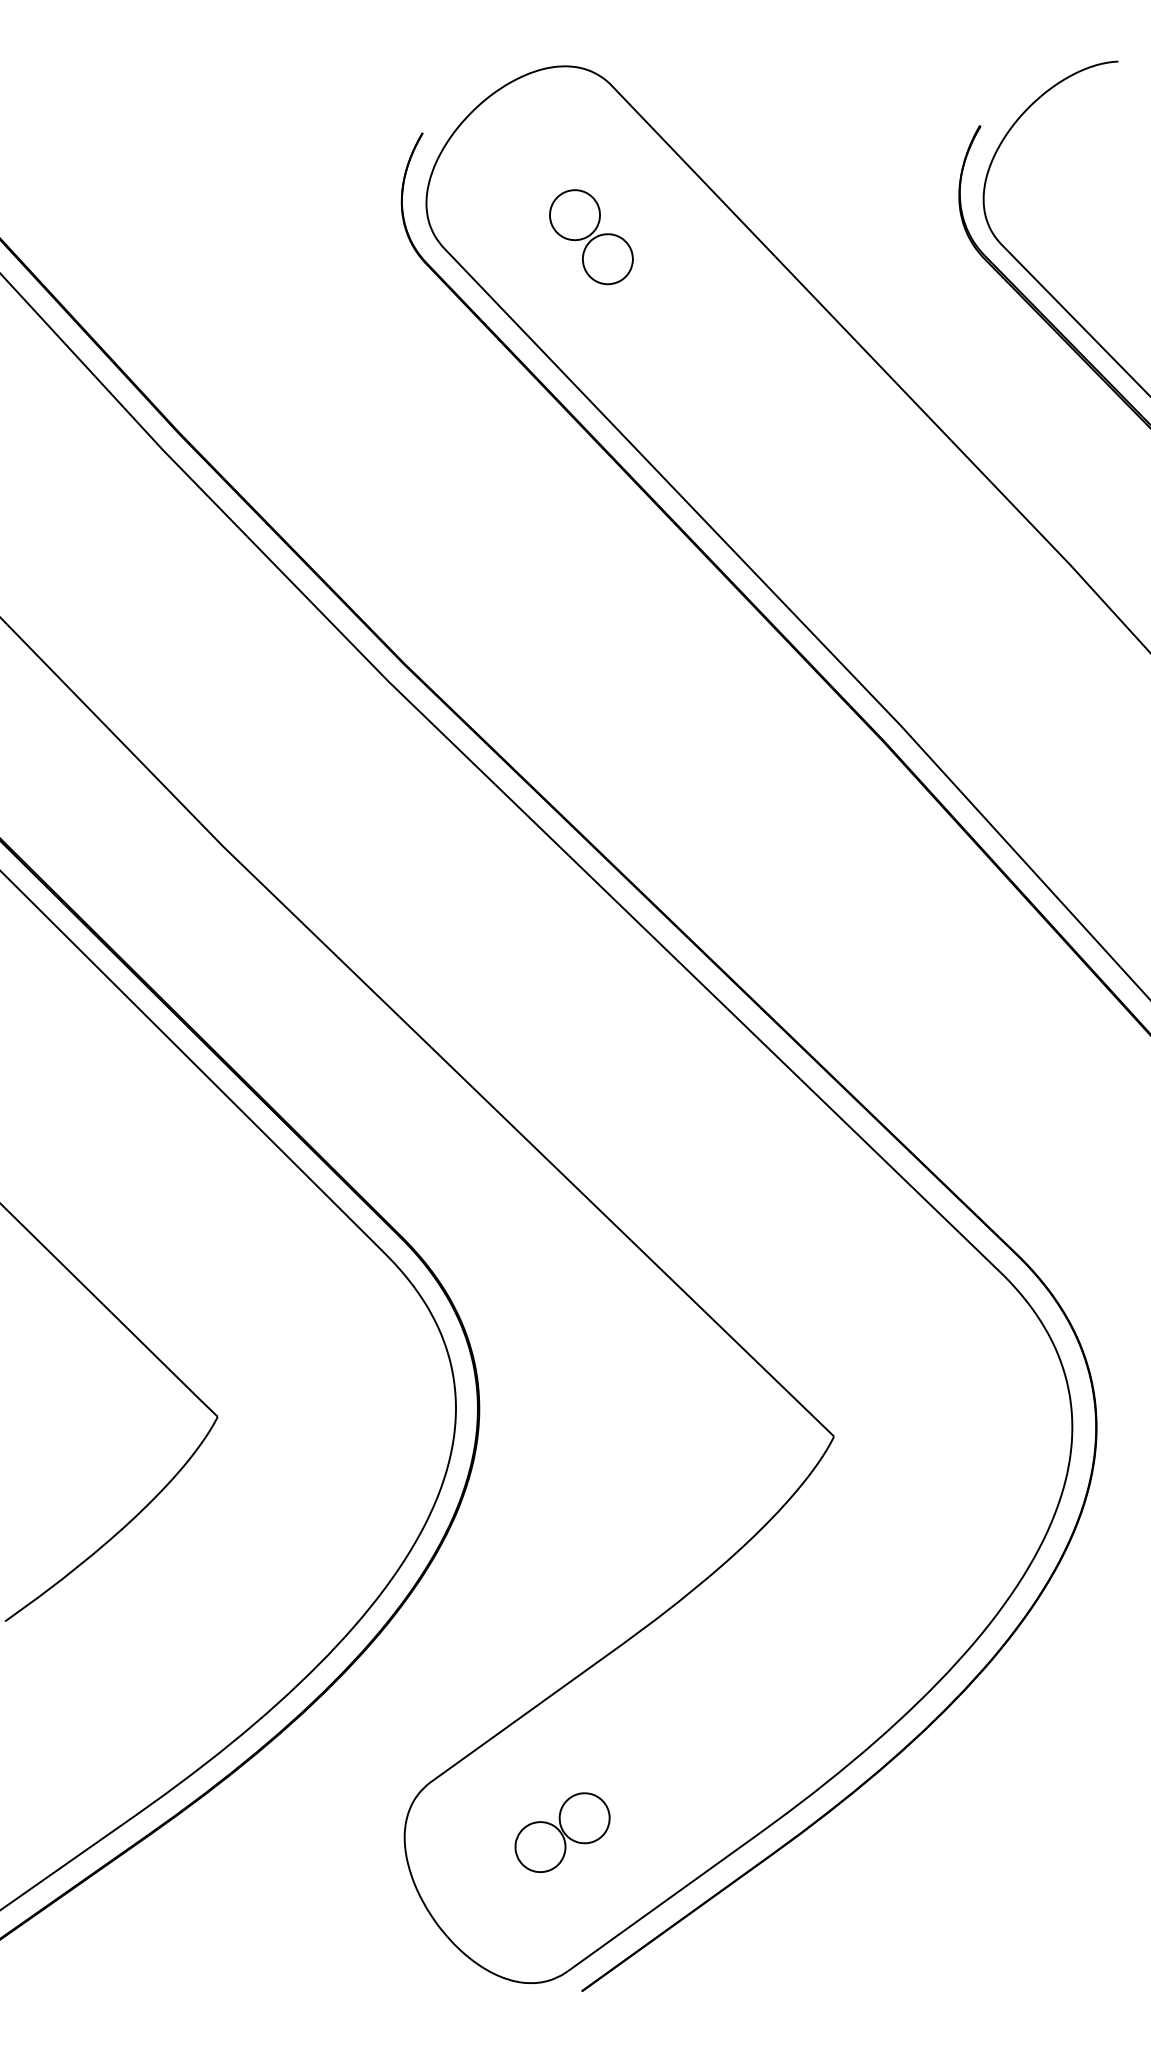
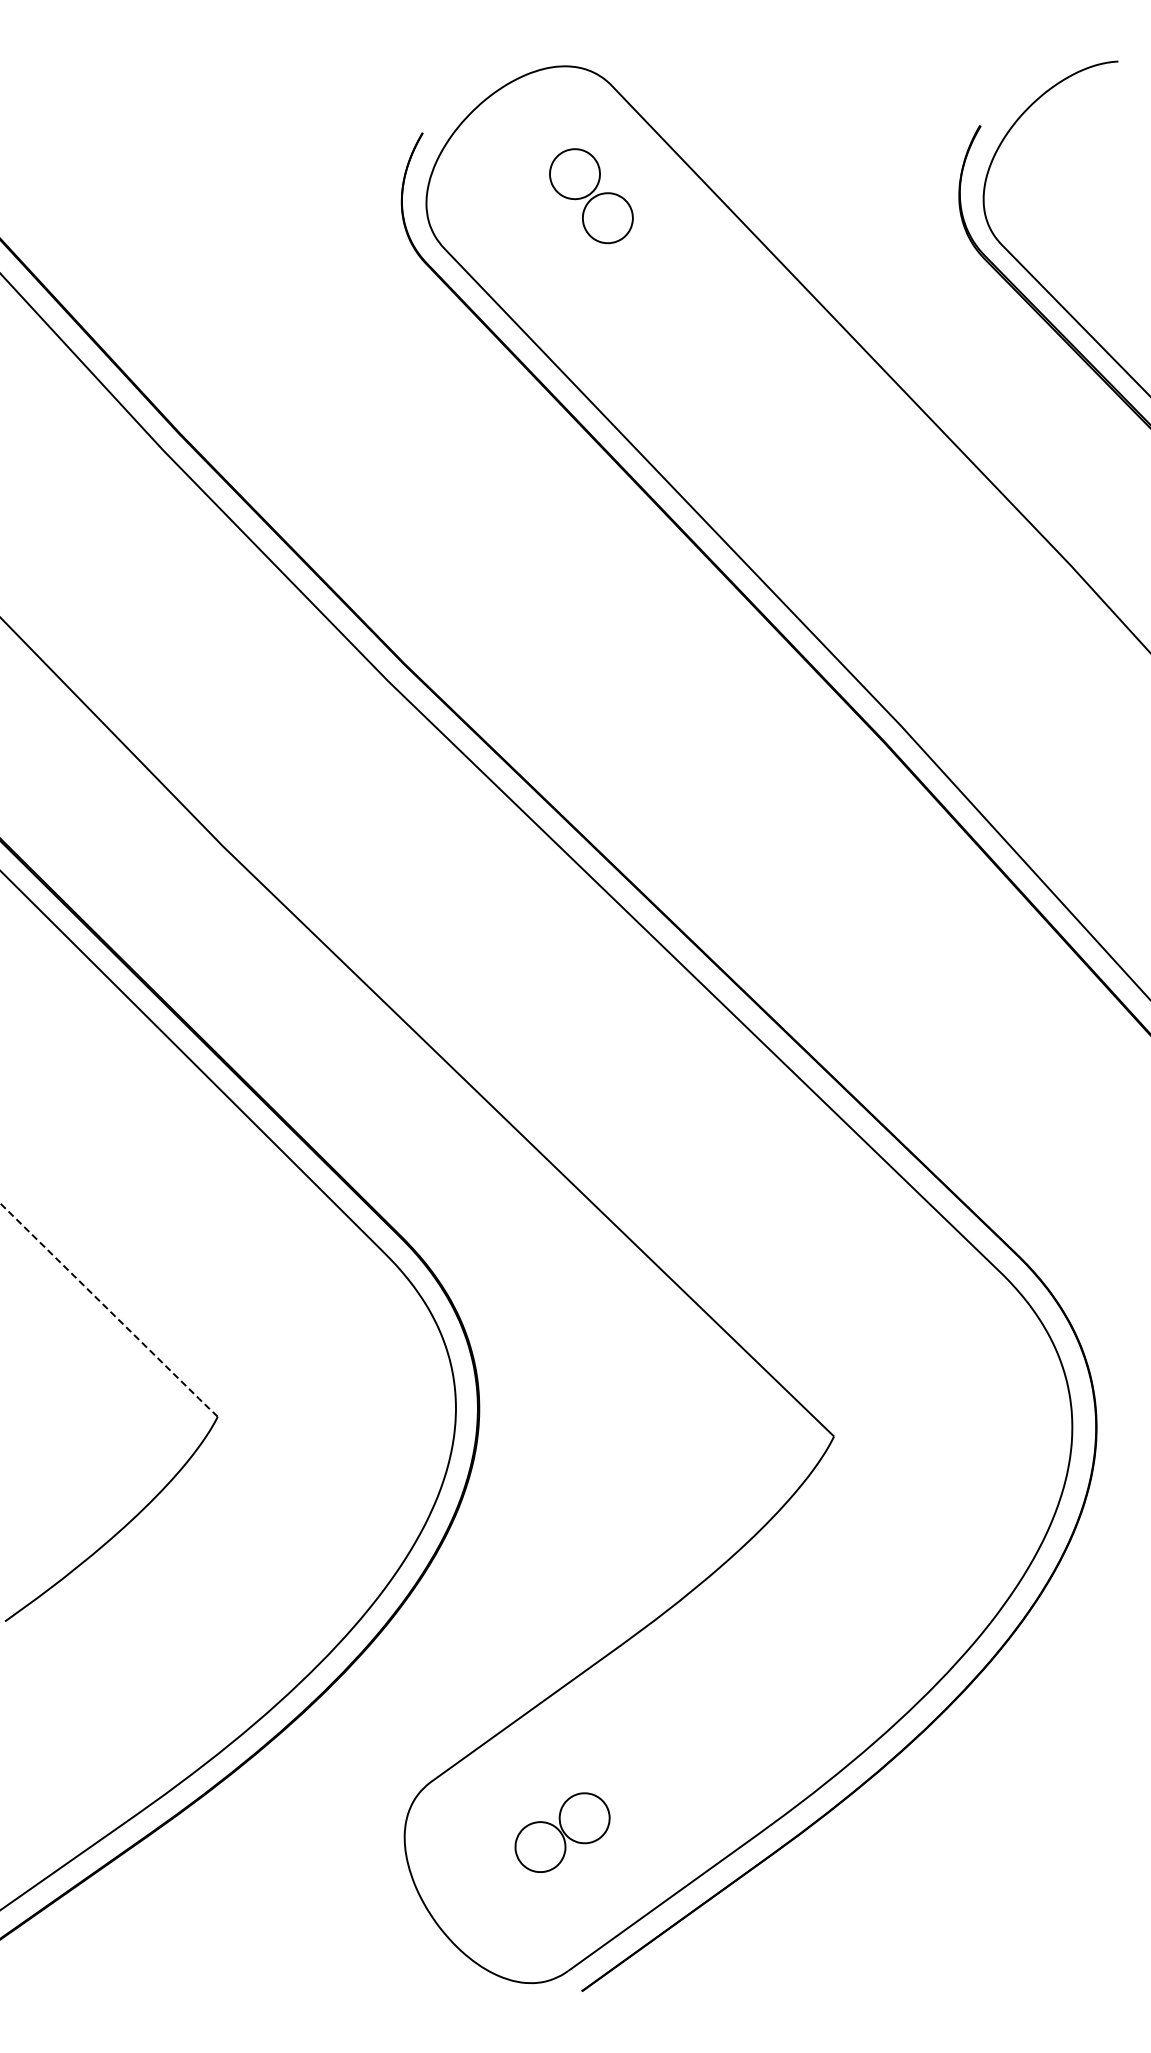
part at (591, 237) position: (591, 237) -> (591, 196)
line at (109, 1310): solid -> dashed
